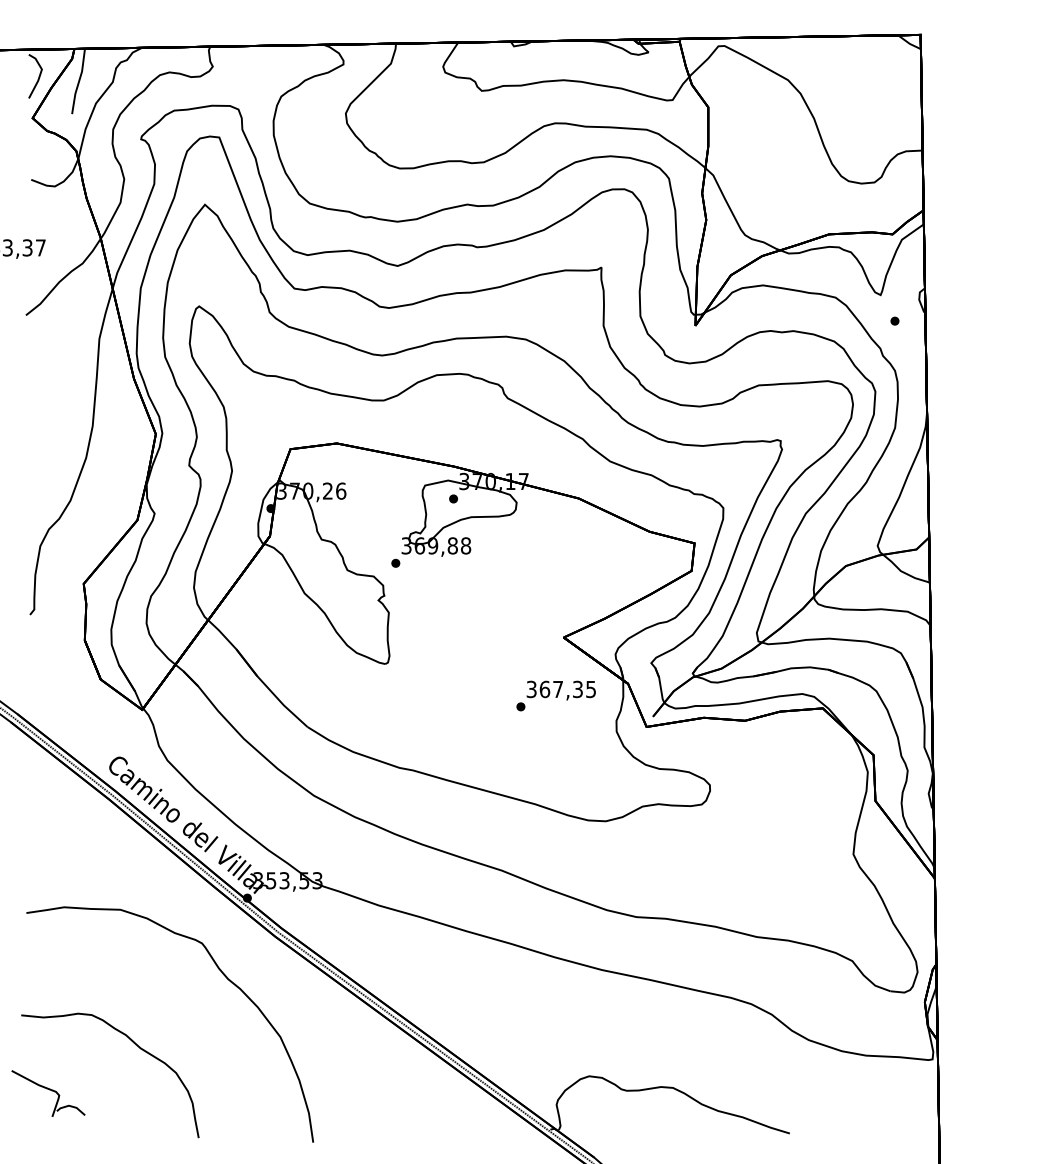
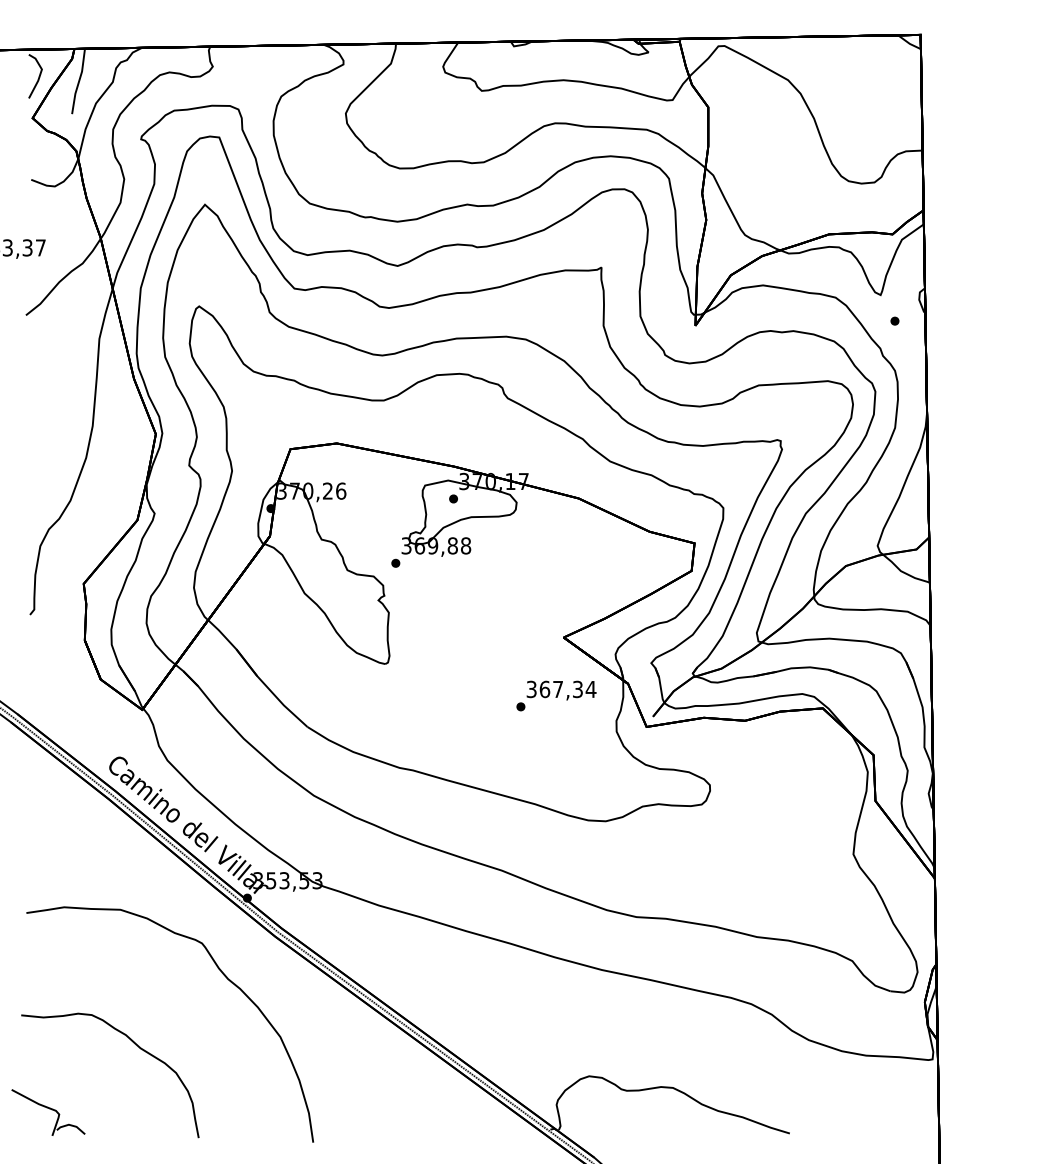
text at (590, 689): 367,35 -> 367,34
part at (48, 1093) position: (48, 1093) -> (48, 1112)
